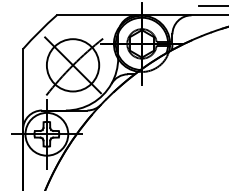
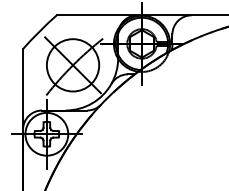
line at (212, 5): present -> none
